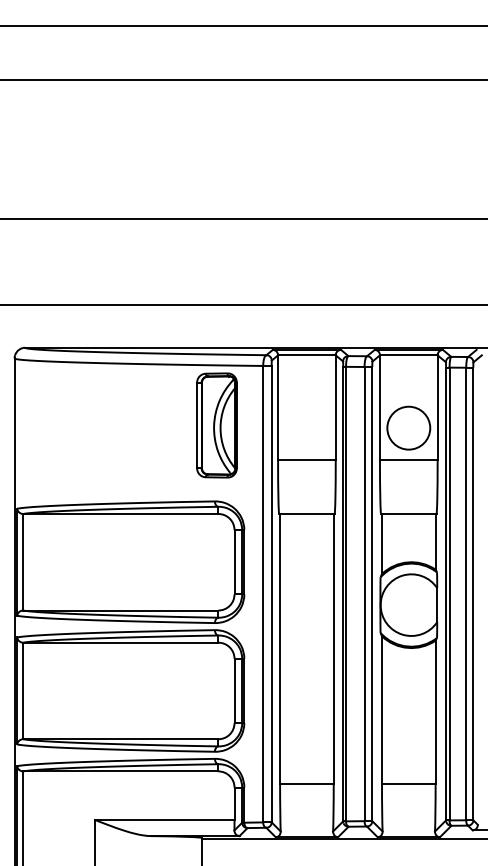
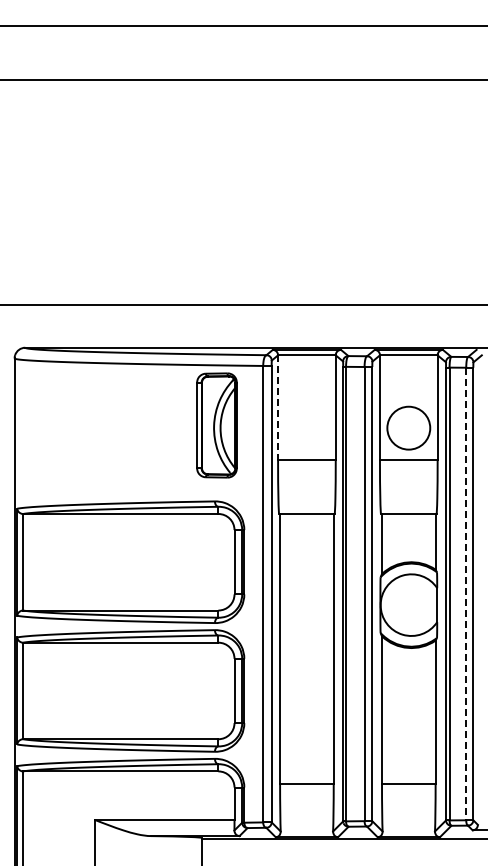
line at (243, 219): present -> none
line at (278, 407): solid -> dashed
line at (466, 594): solid -> dashed
